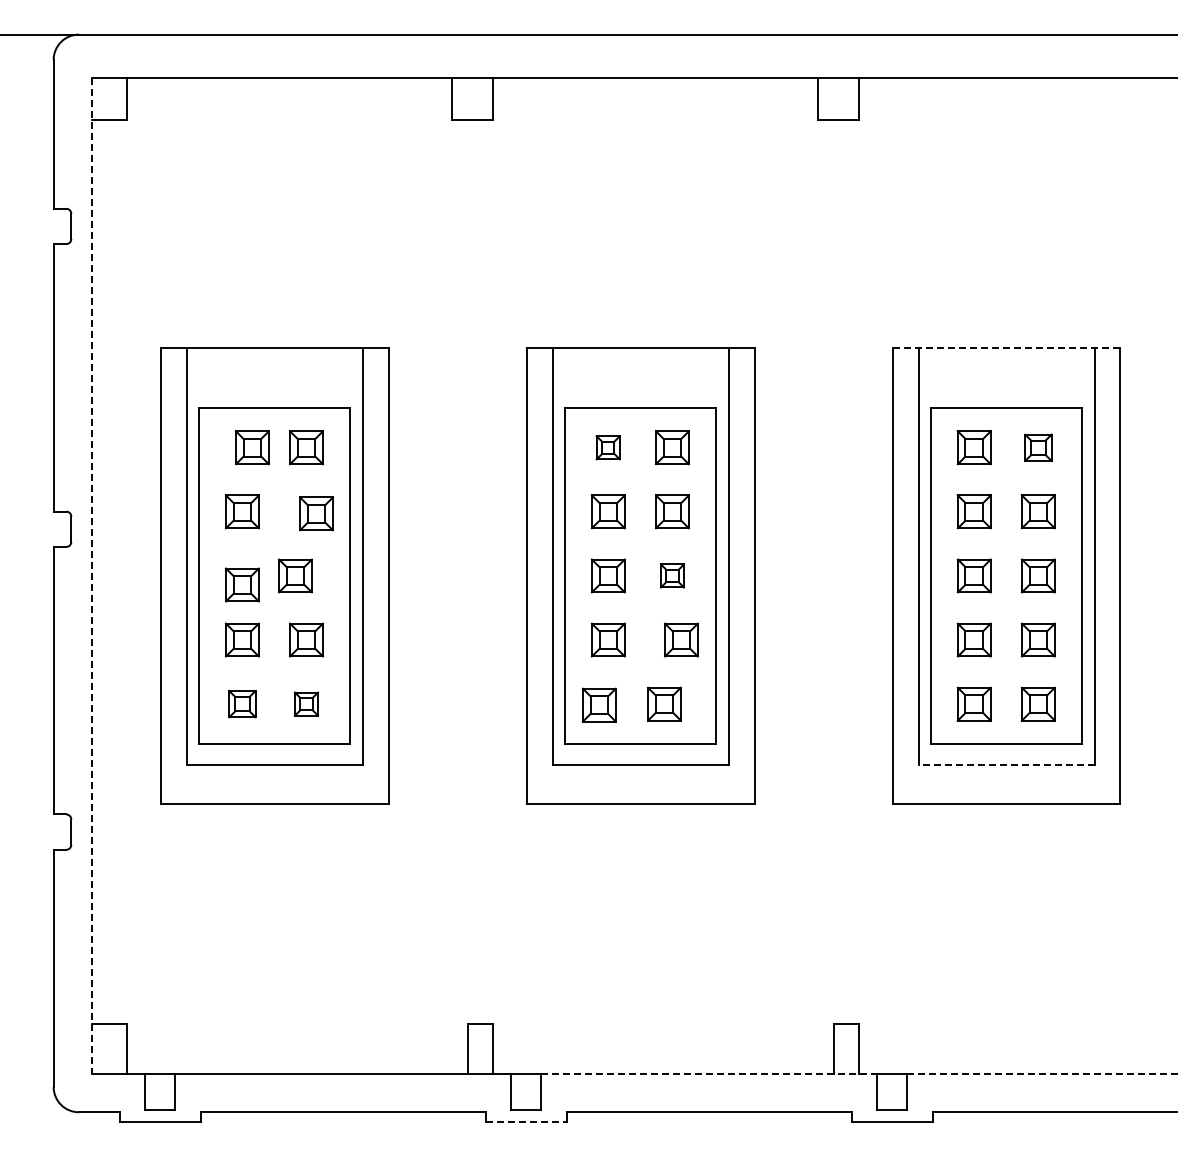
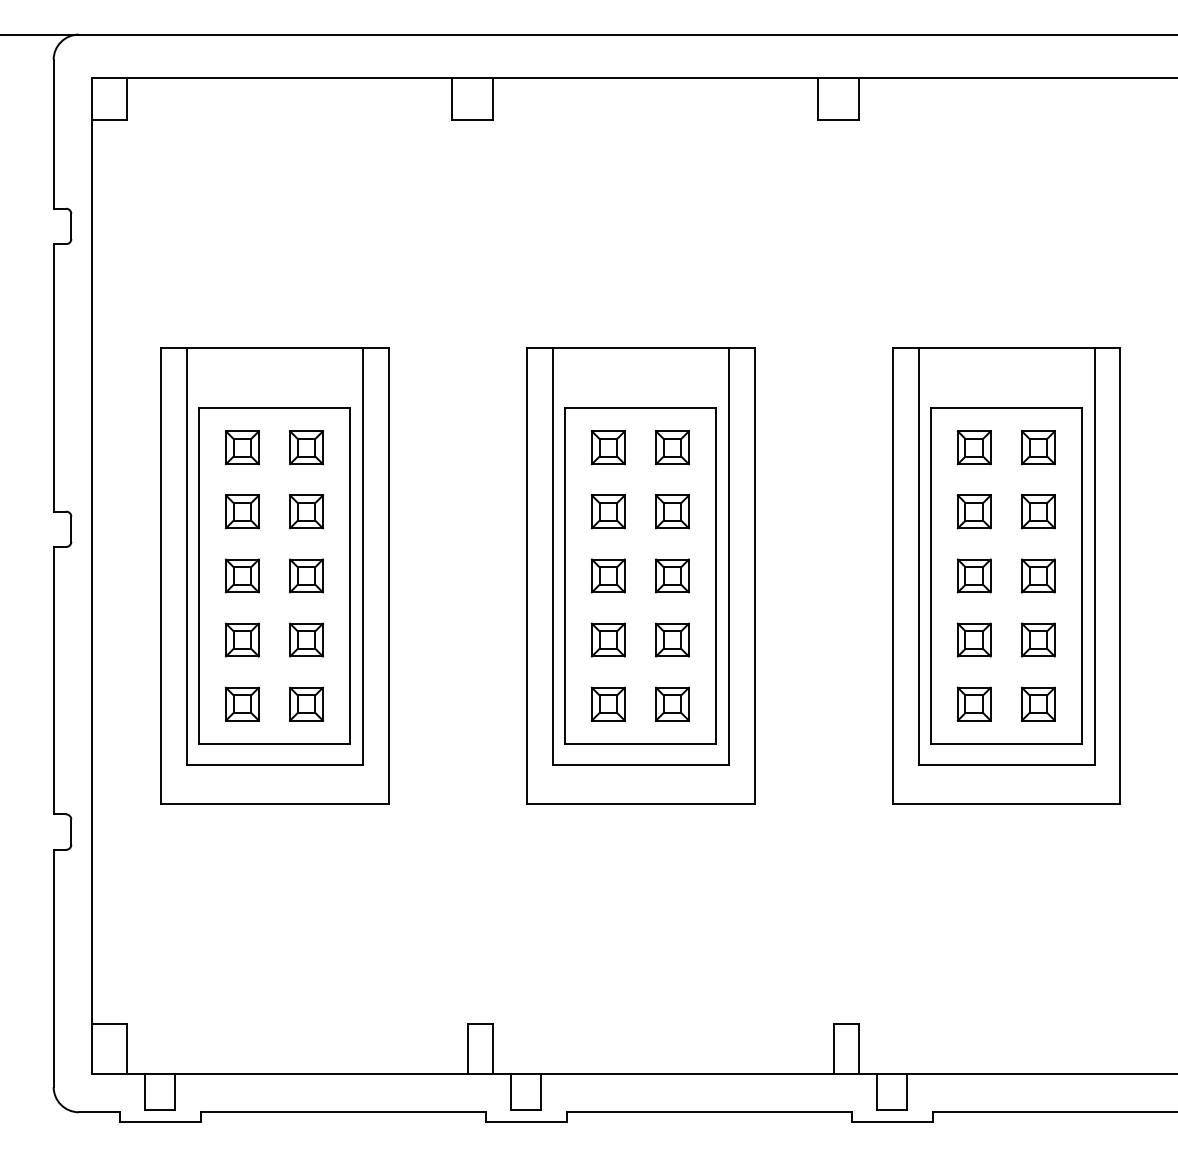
line at (1006, 347): dashed -> solid
part at (252, 447) position: (252, 447) -> (242, 447)
part at (607, 447) size: 26x26 px -> 36x36 px
part at (1038, 447) size: 29x29 px -> 35x36 px
part at (316, 513) position: (316, 513) -> (306, 511)
part at (295, 575) position: (295, 575) -> (306, 575)
part at (671, 575) size: 26x26 px -> 35x36 px
line at (91, 576): dashed -> solid
part at (242, 584) position: (242, 584) -> (242, 575)
part at (681, 639) position: (681, 639) -> (672, 639)
part at (306, 703) size: 26x26 px -> 35x36 px
part at (664, 703) position: (664, 703) -> (672, 703)
part at (242, 704) size: 29x29 px -> 35x36 px
part at (598, 704) position: (598, 704) -> (607, 703)
line at (1006, 765): dashed -> solid
line at (709, 1074): dashed -> solid
line at (1042, 1074): dashed -> solid
line at (526, 1122): dashed -> solid
